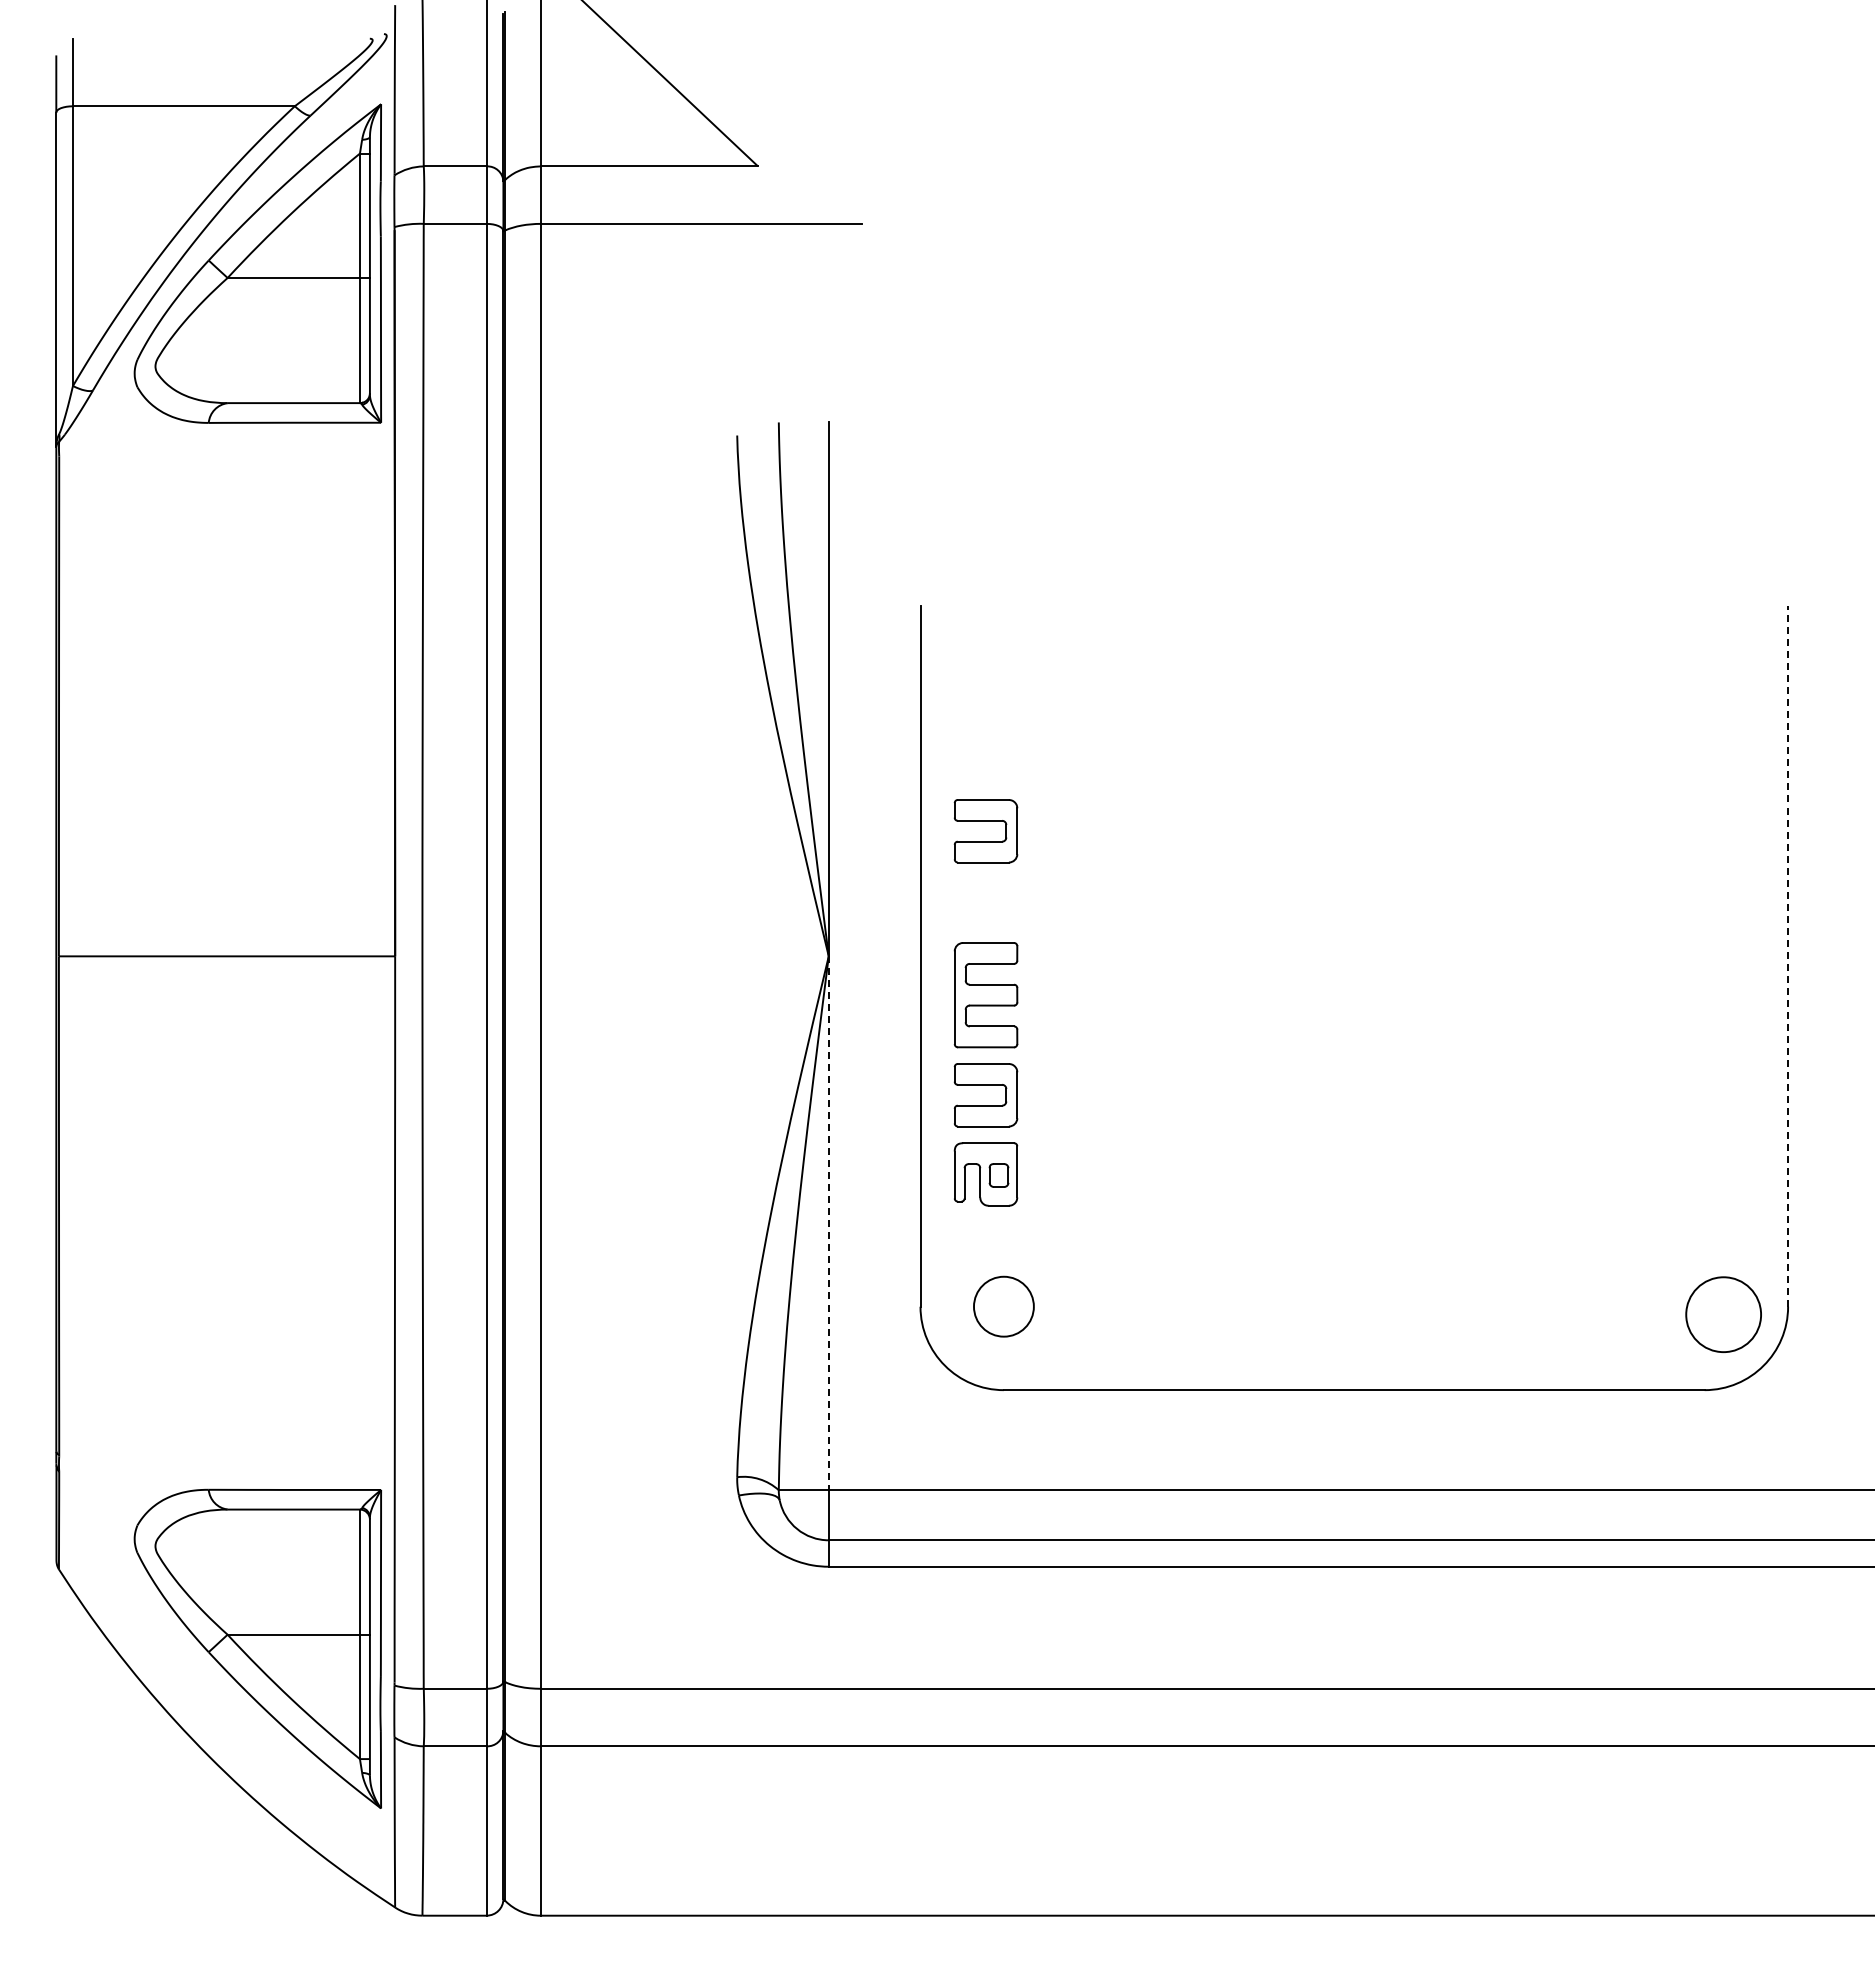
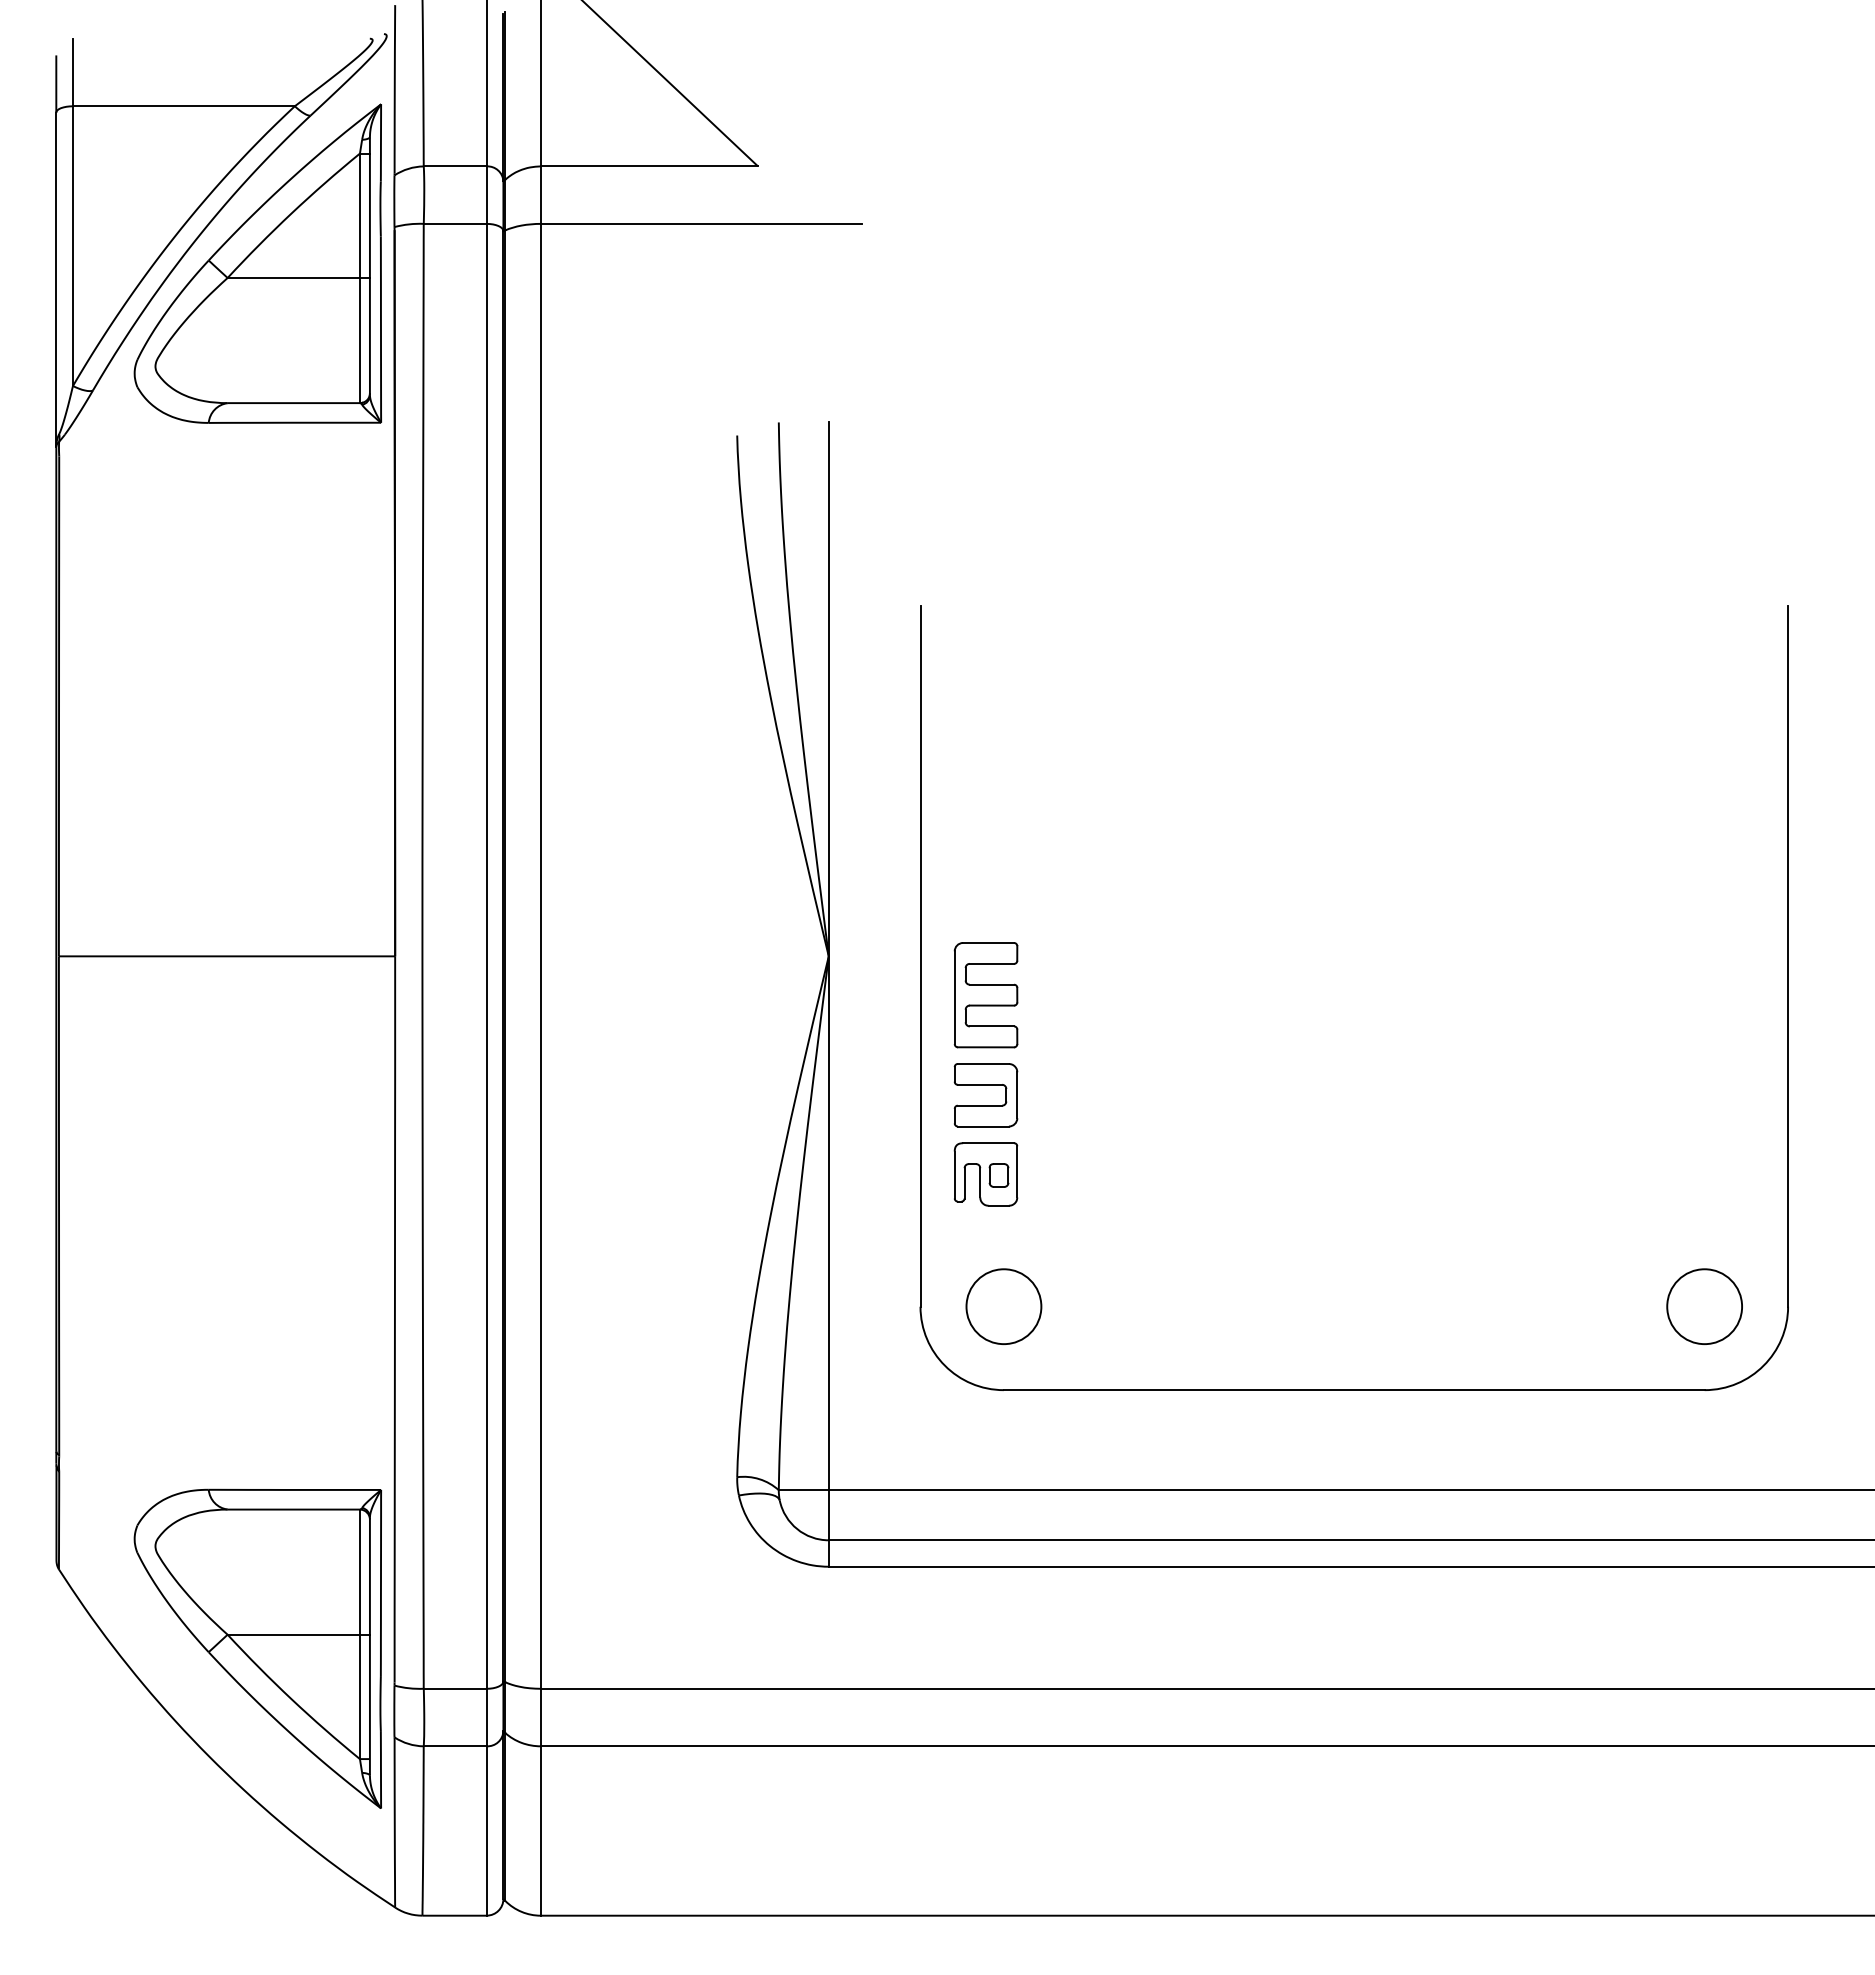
part at (985, 821): present -> none
line at (1788, 955): dashed -> solid
line at (828, 1223): dashed -> solid
circle at (1003, 1306) diameter: 60 px -> 75 px
circle at (1723, 1314) position: (1723, 1314) -> (1704, 1306)
